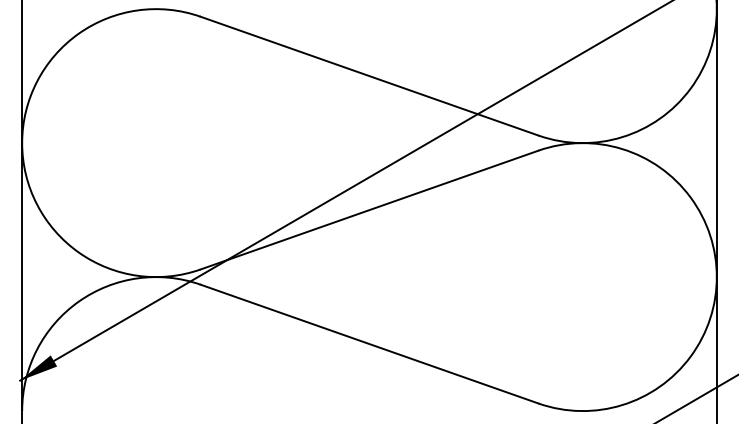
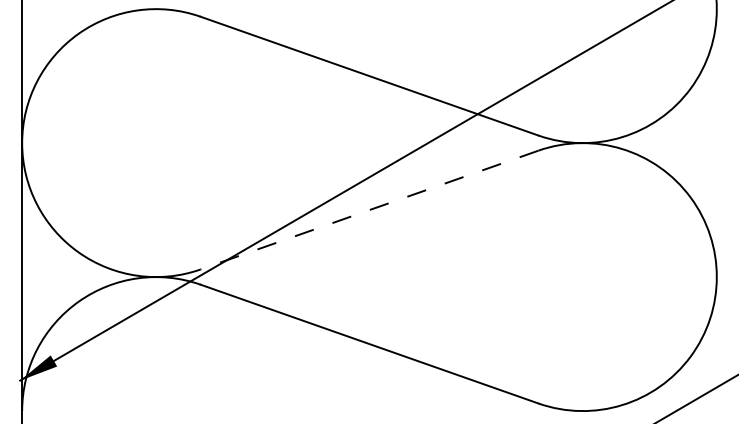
line at (369, 210): solid -> dashed
line at (716, 211): present -> none
